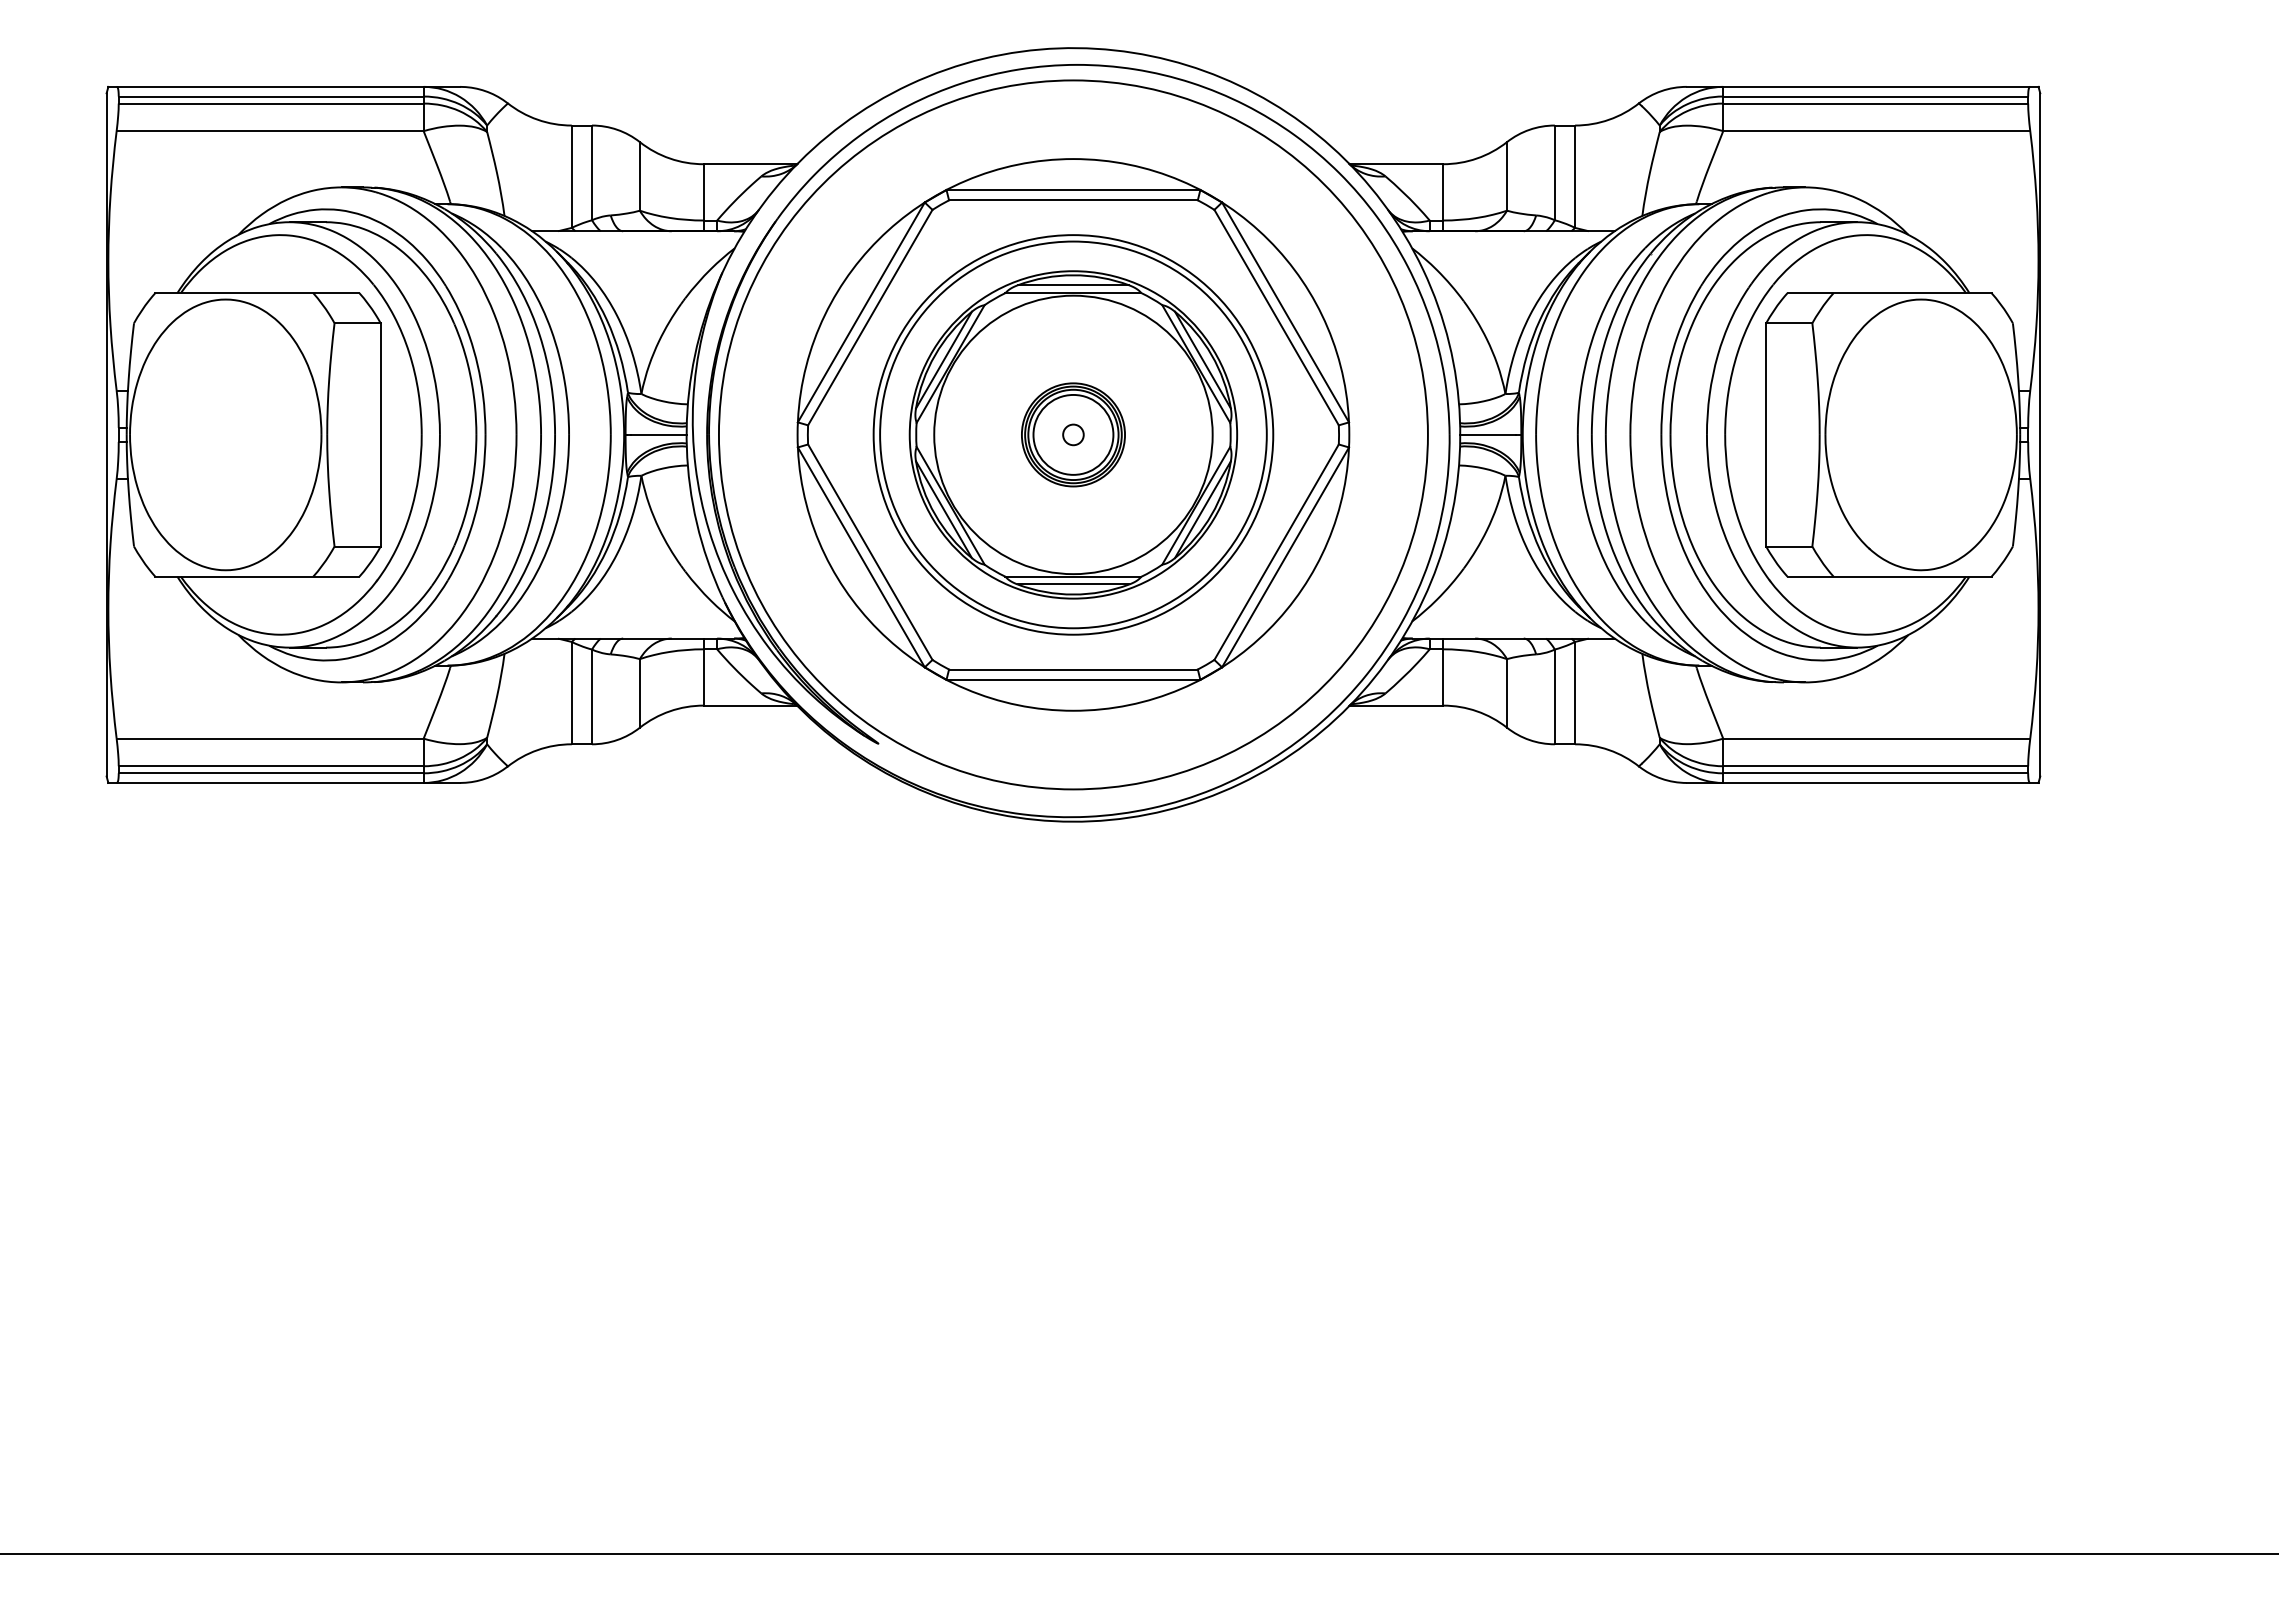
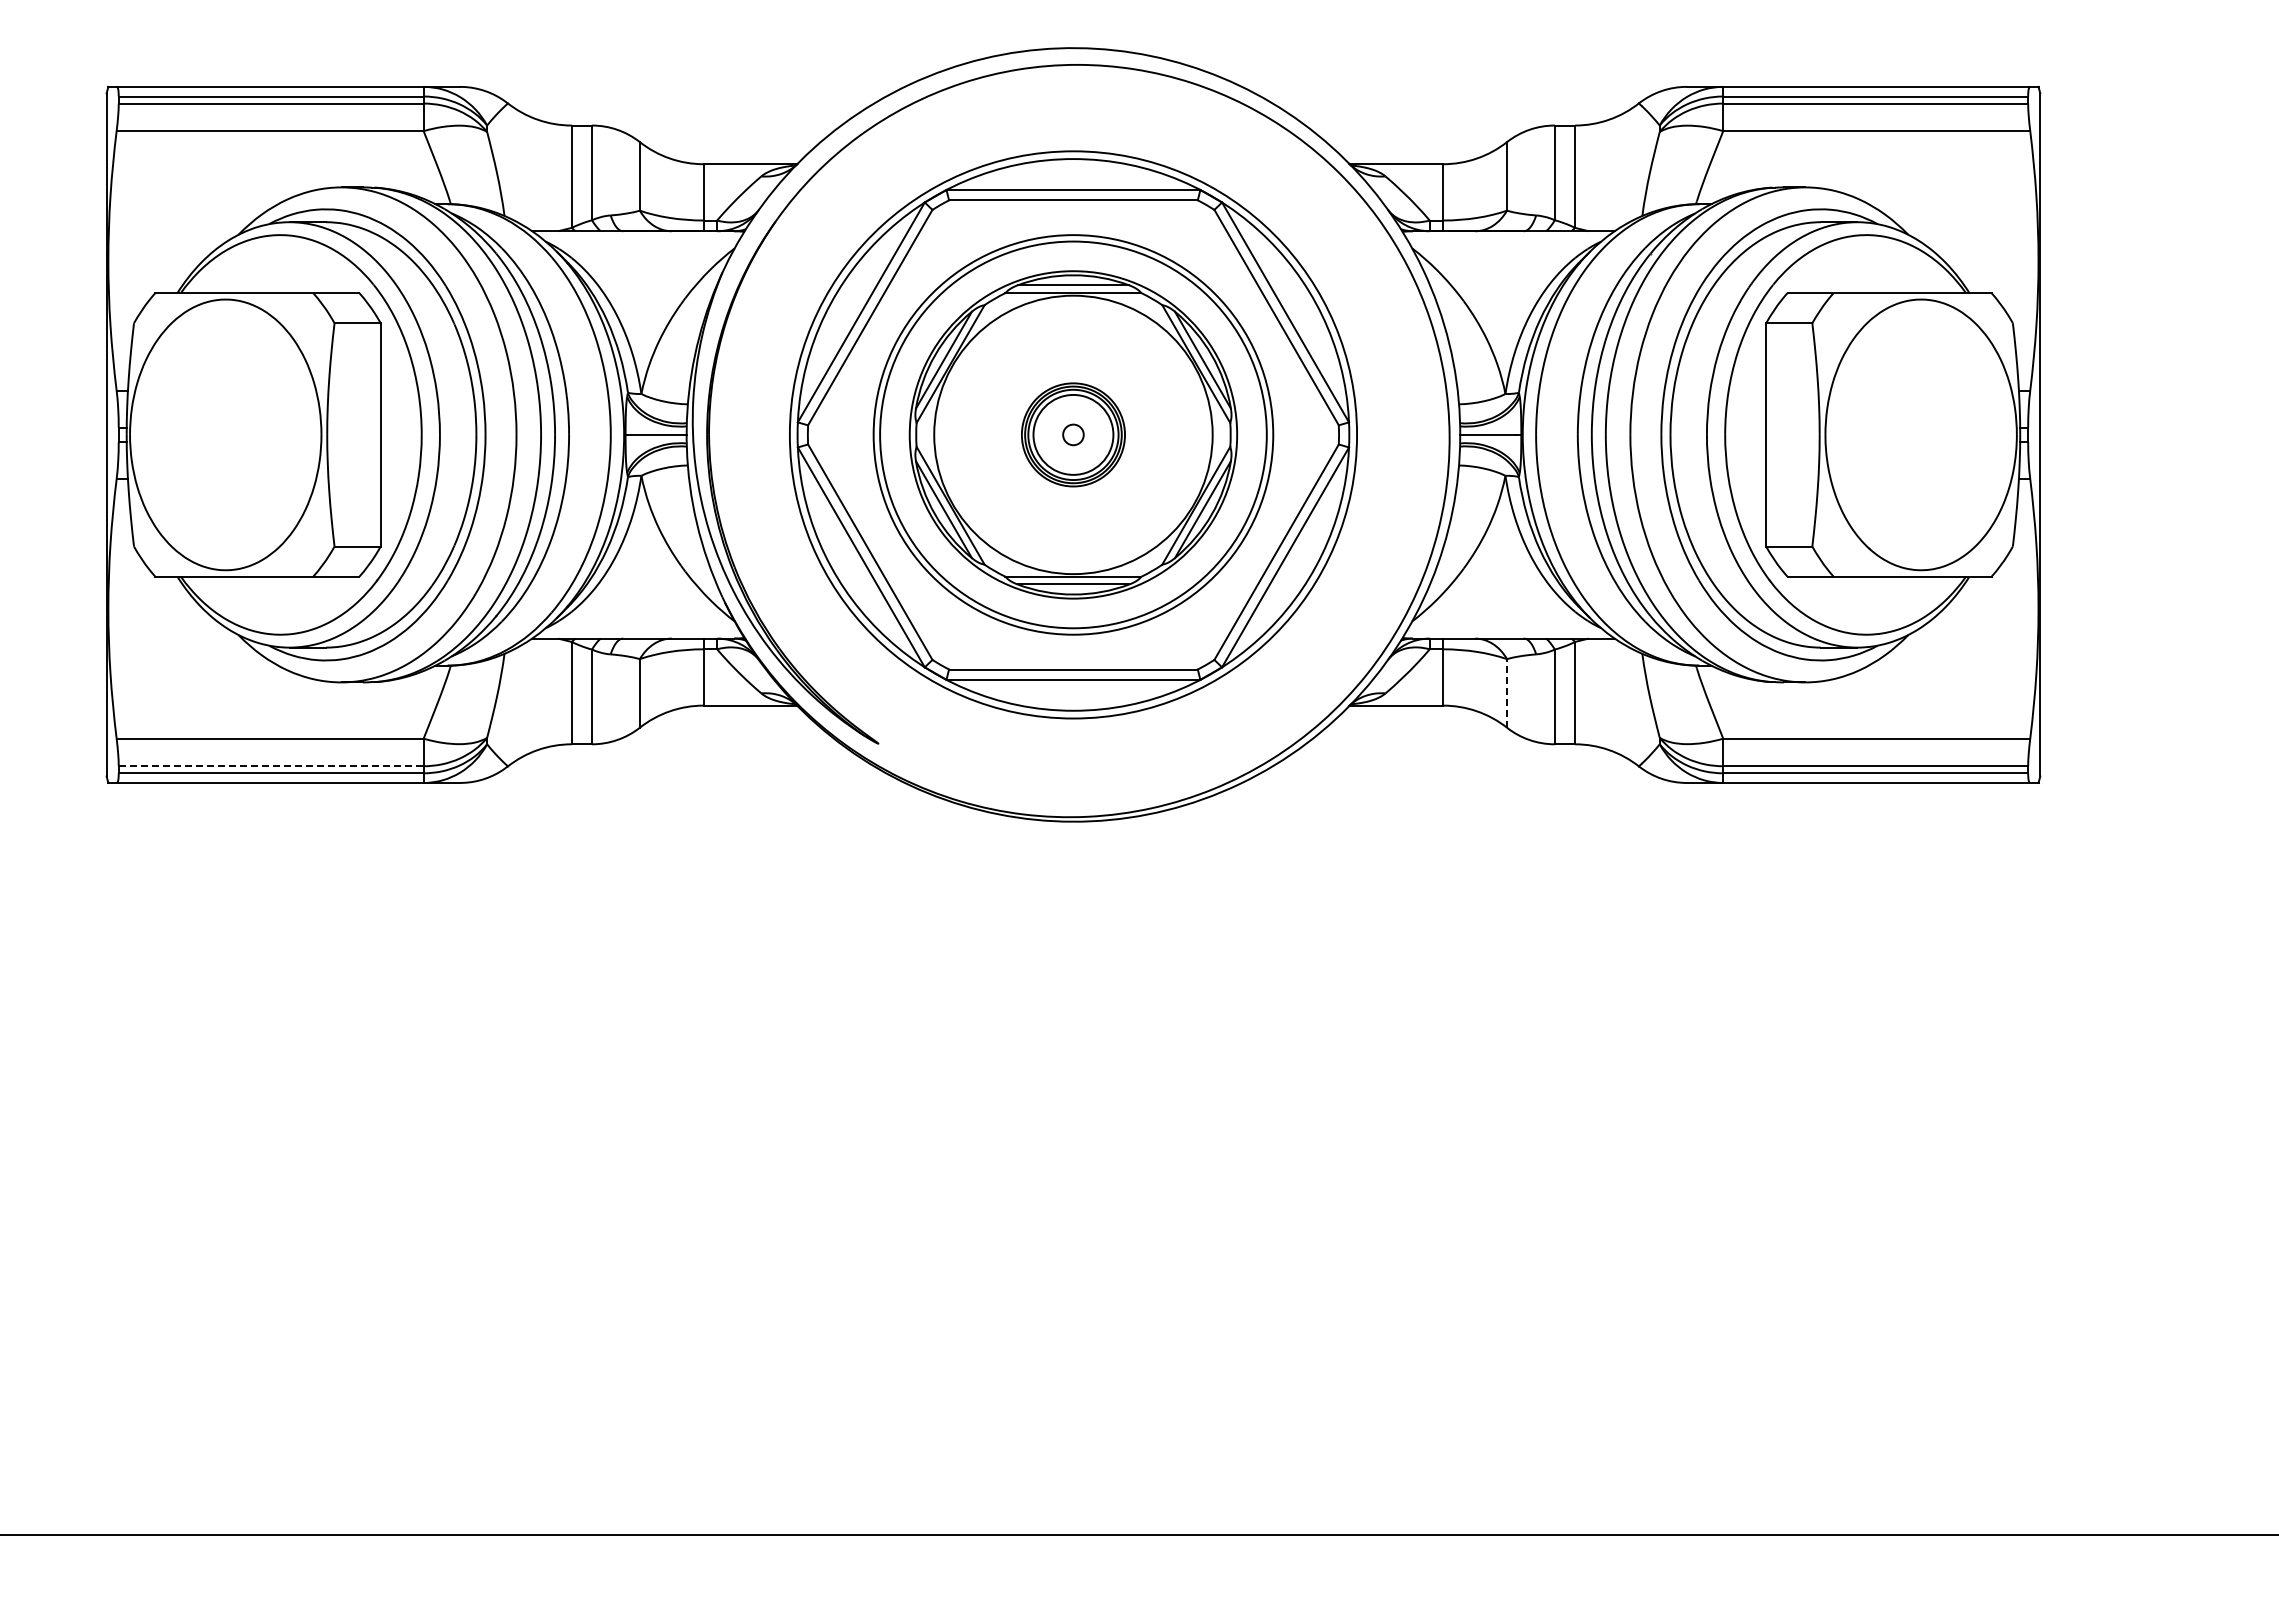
circle at (1072, 434) diameter: 709 px -> 567 px
line at (1507, 692): solid -> dashed
line at (271, 766): solid -> dashed
line at (1138, 1553) position: (1138, 1553) -> (1138, 1534)
